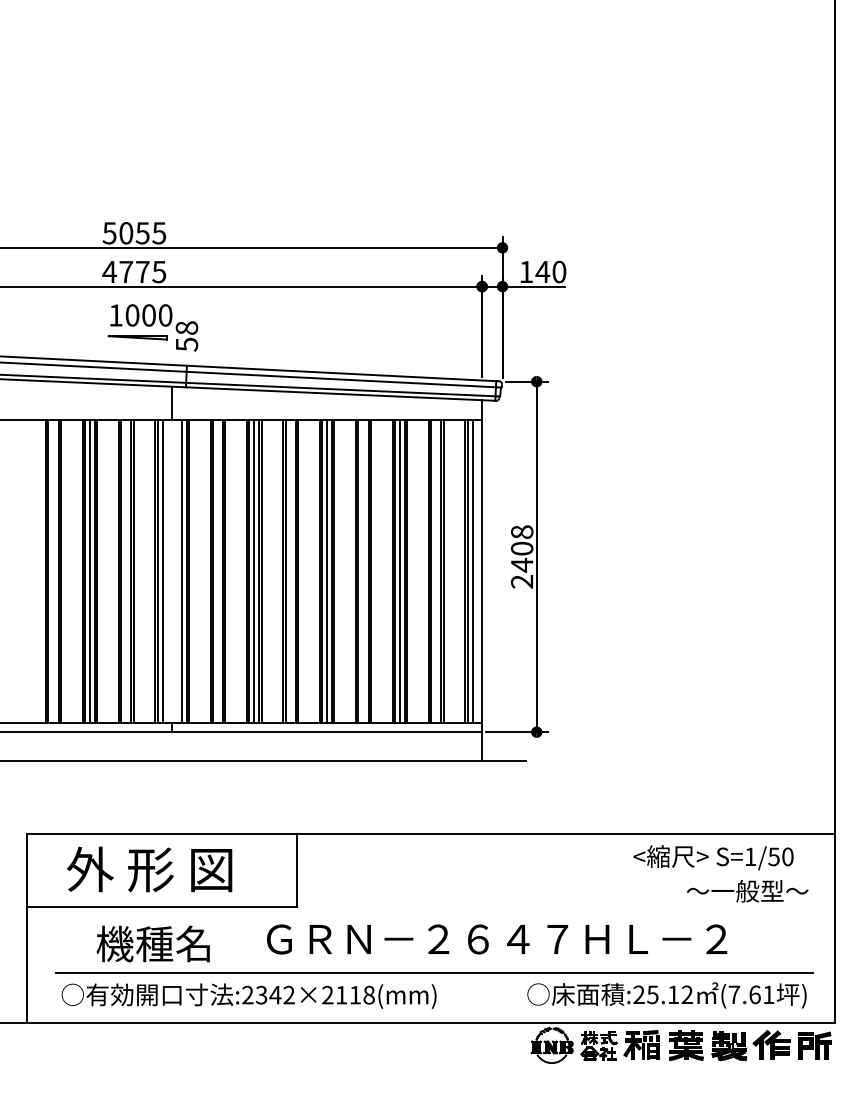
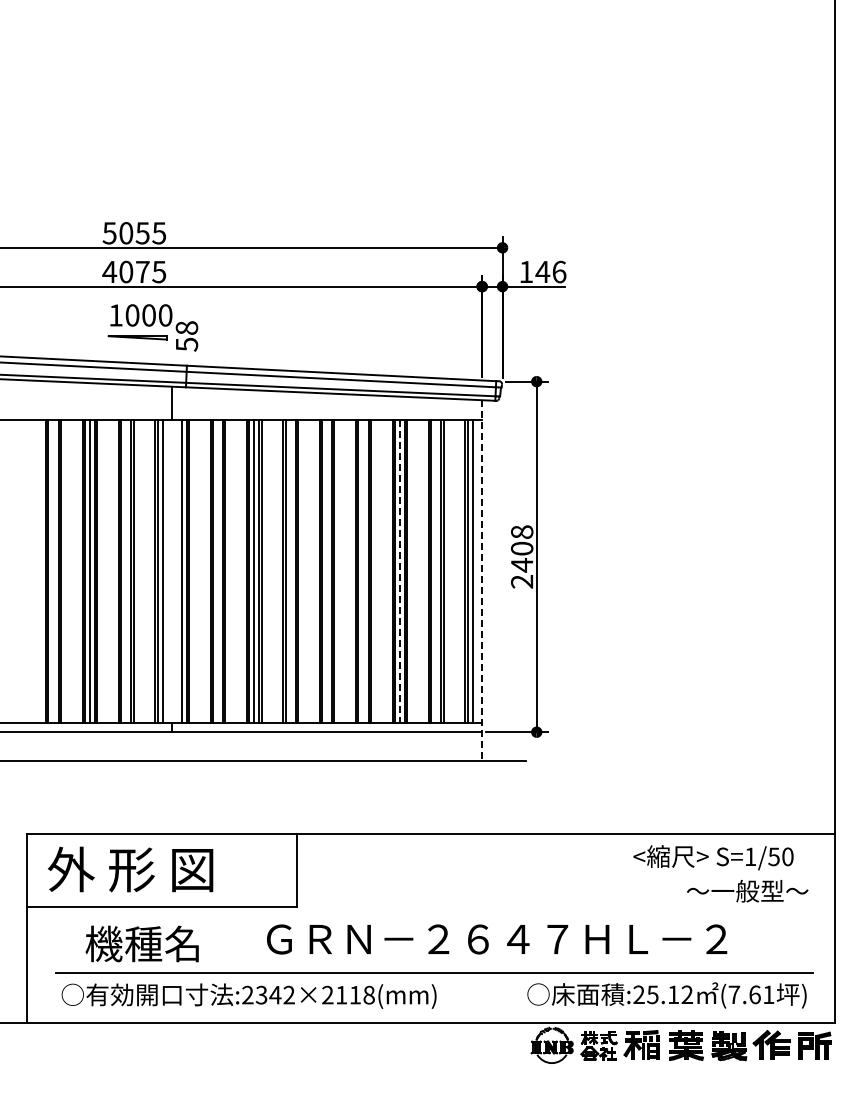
text at (126, 271): 4775 -> 4075
text at (559, 271): 140 -> 146
line at (327, 571): present -> none
line at (399, 571): solid -> dashed
line at (482, 580): solid -> dashed
text at (149, 869) position: (149, 869) -> (130, 869)
text at (152, 943) position: (152, 943) -> (141, 943)
